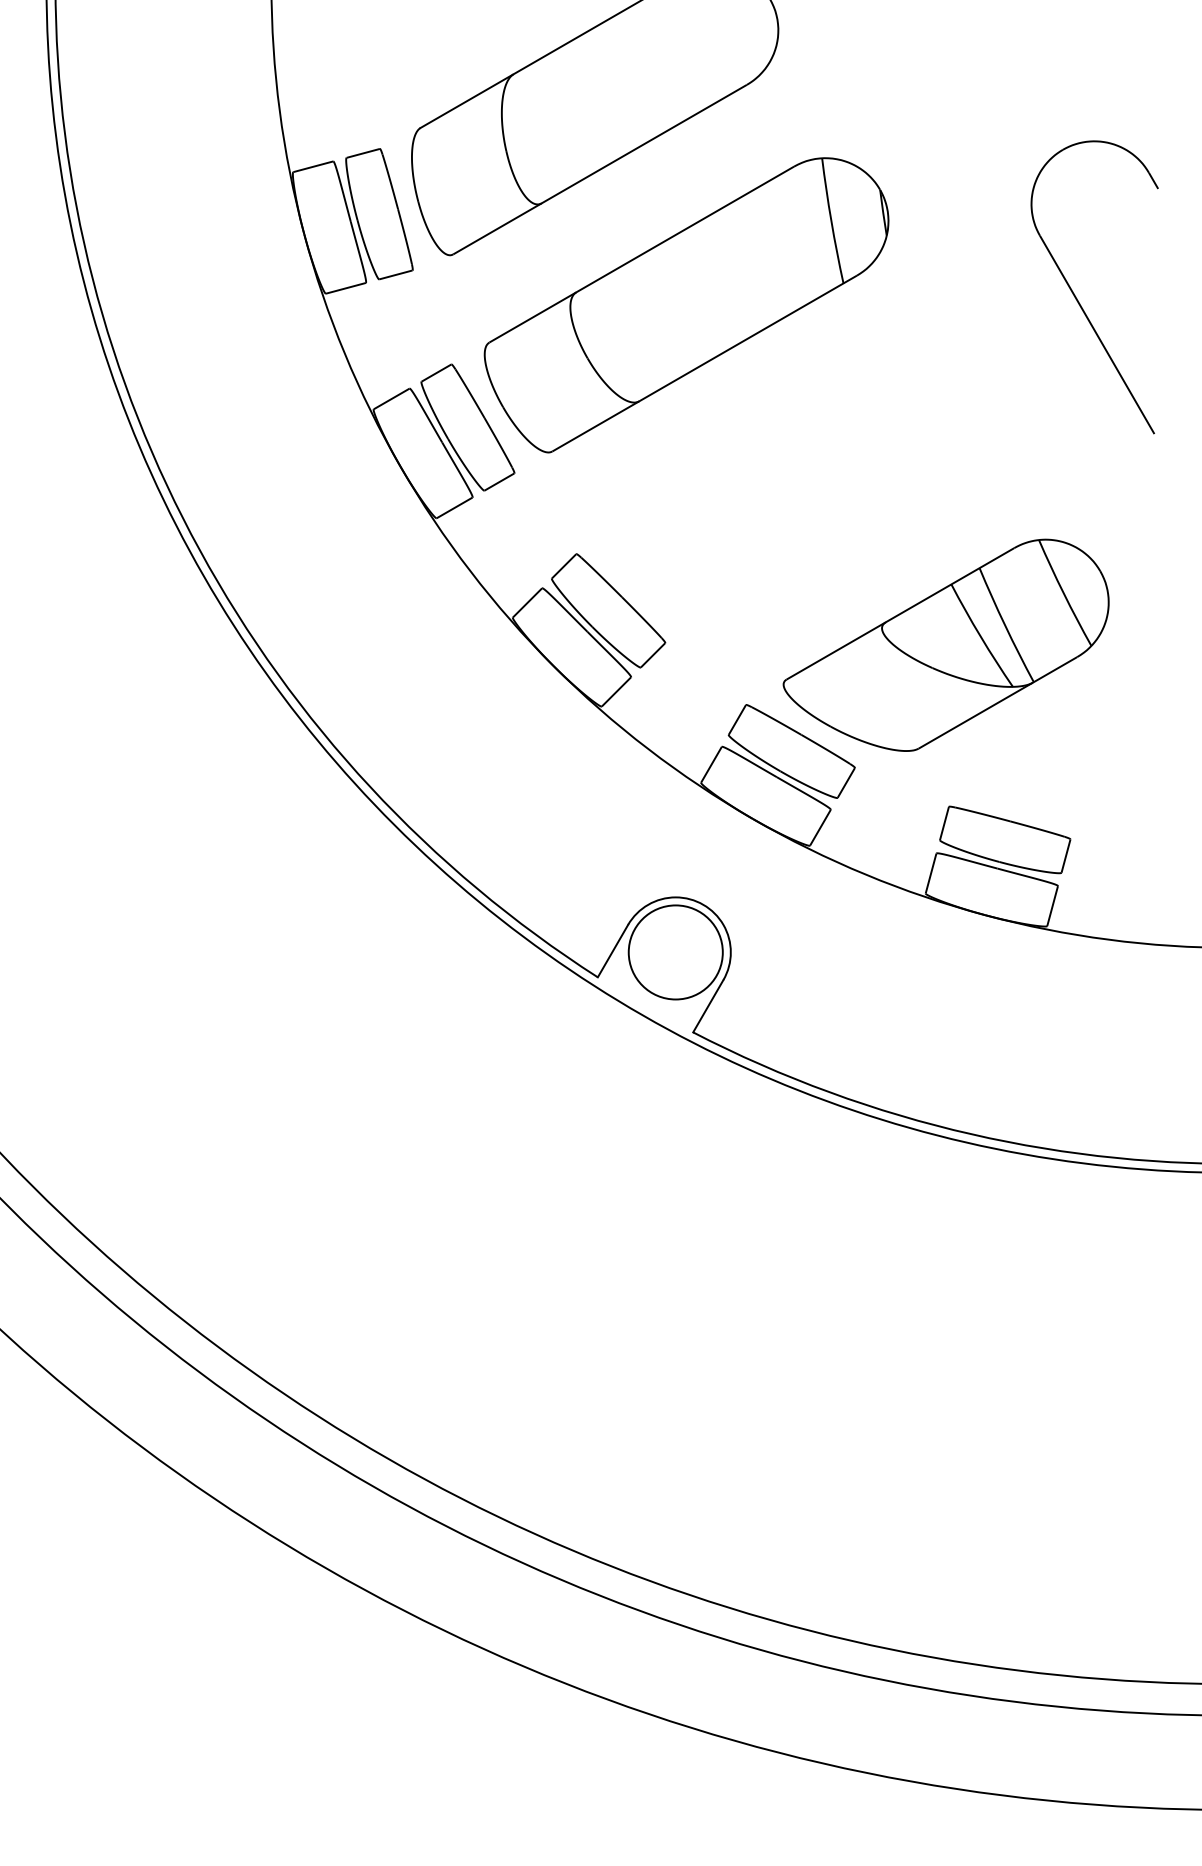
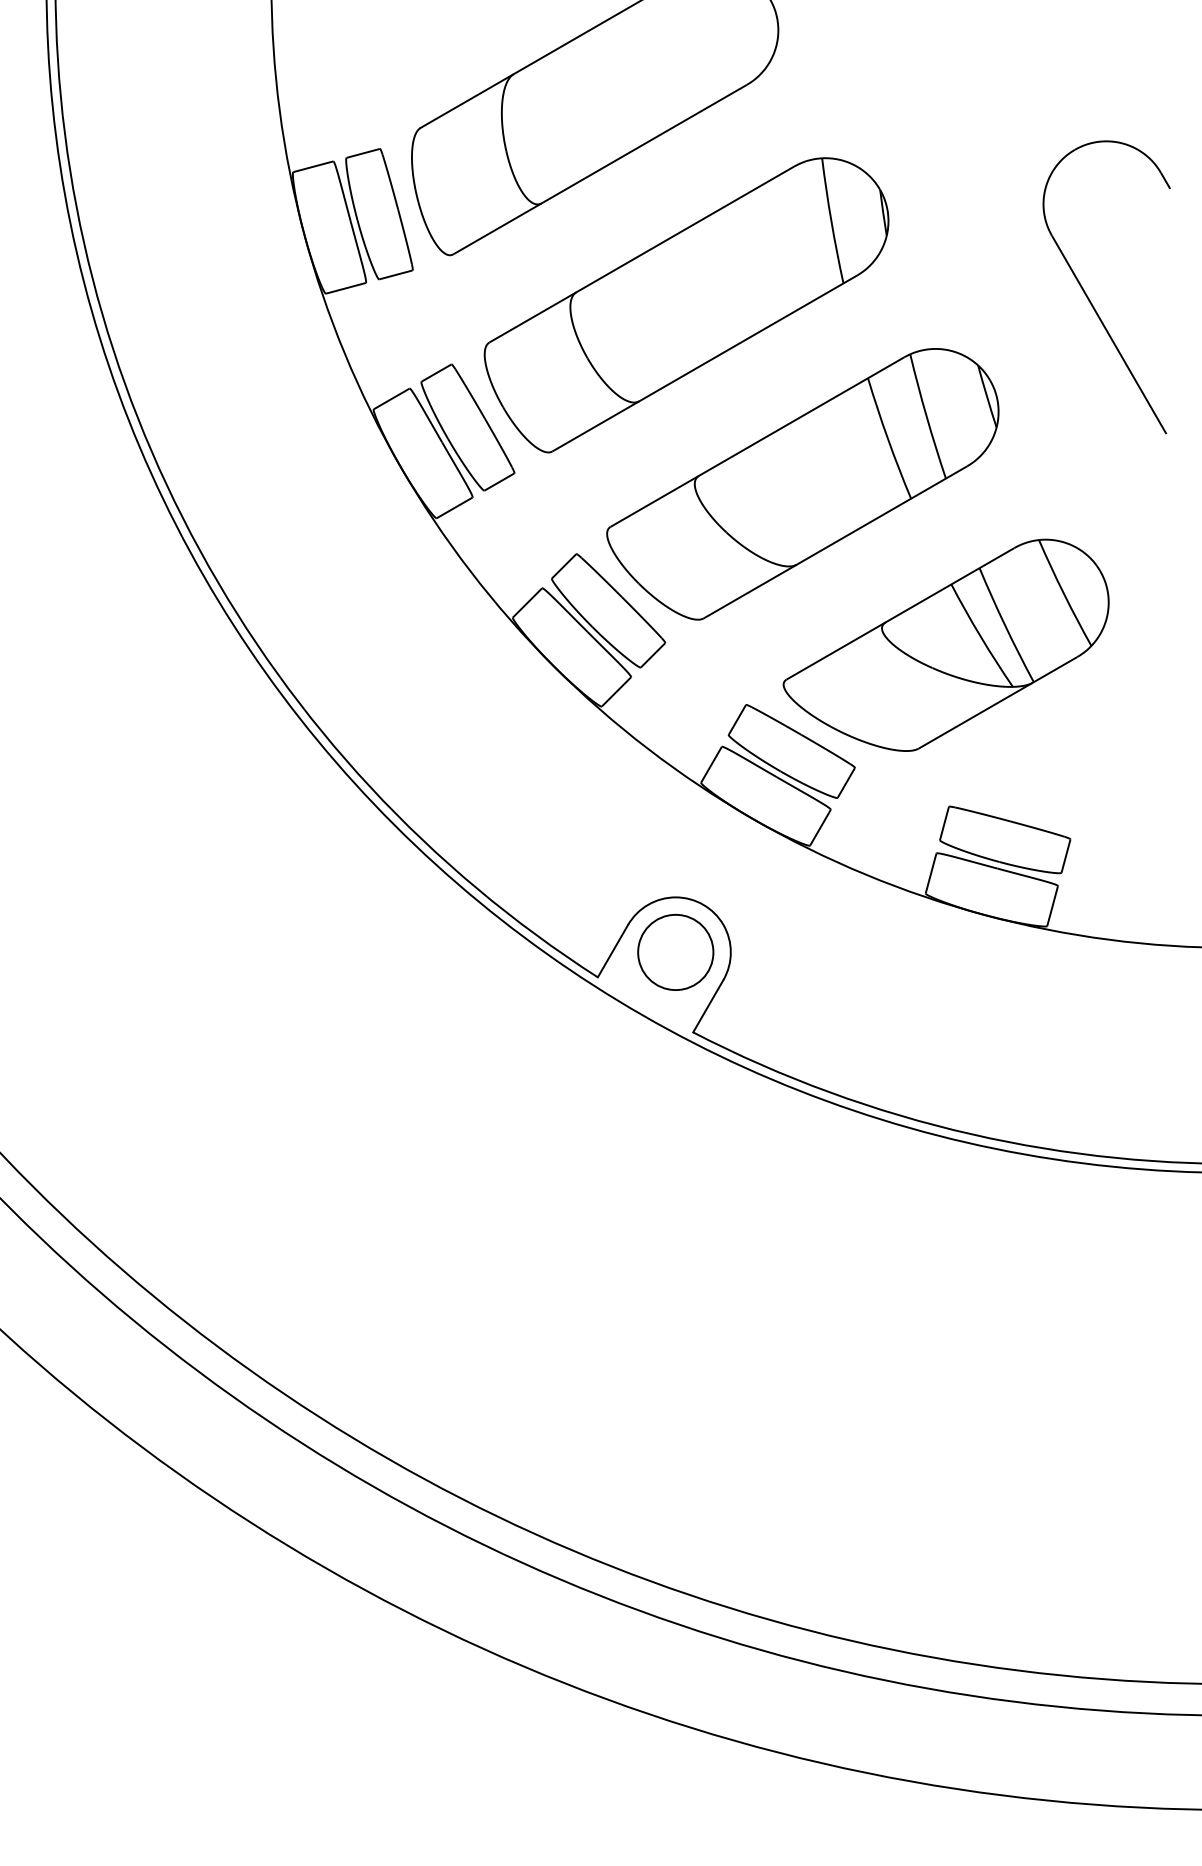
part at (1076, 296) position: (1076, 296) -> (1088, 296)
part at (802, 484): none -> present
circle at (675, 952) diameter: 94 px -> 75 px
